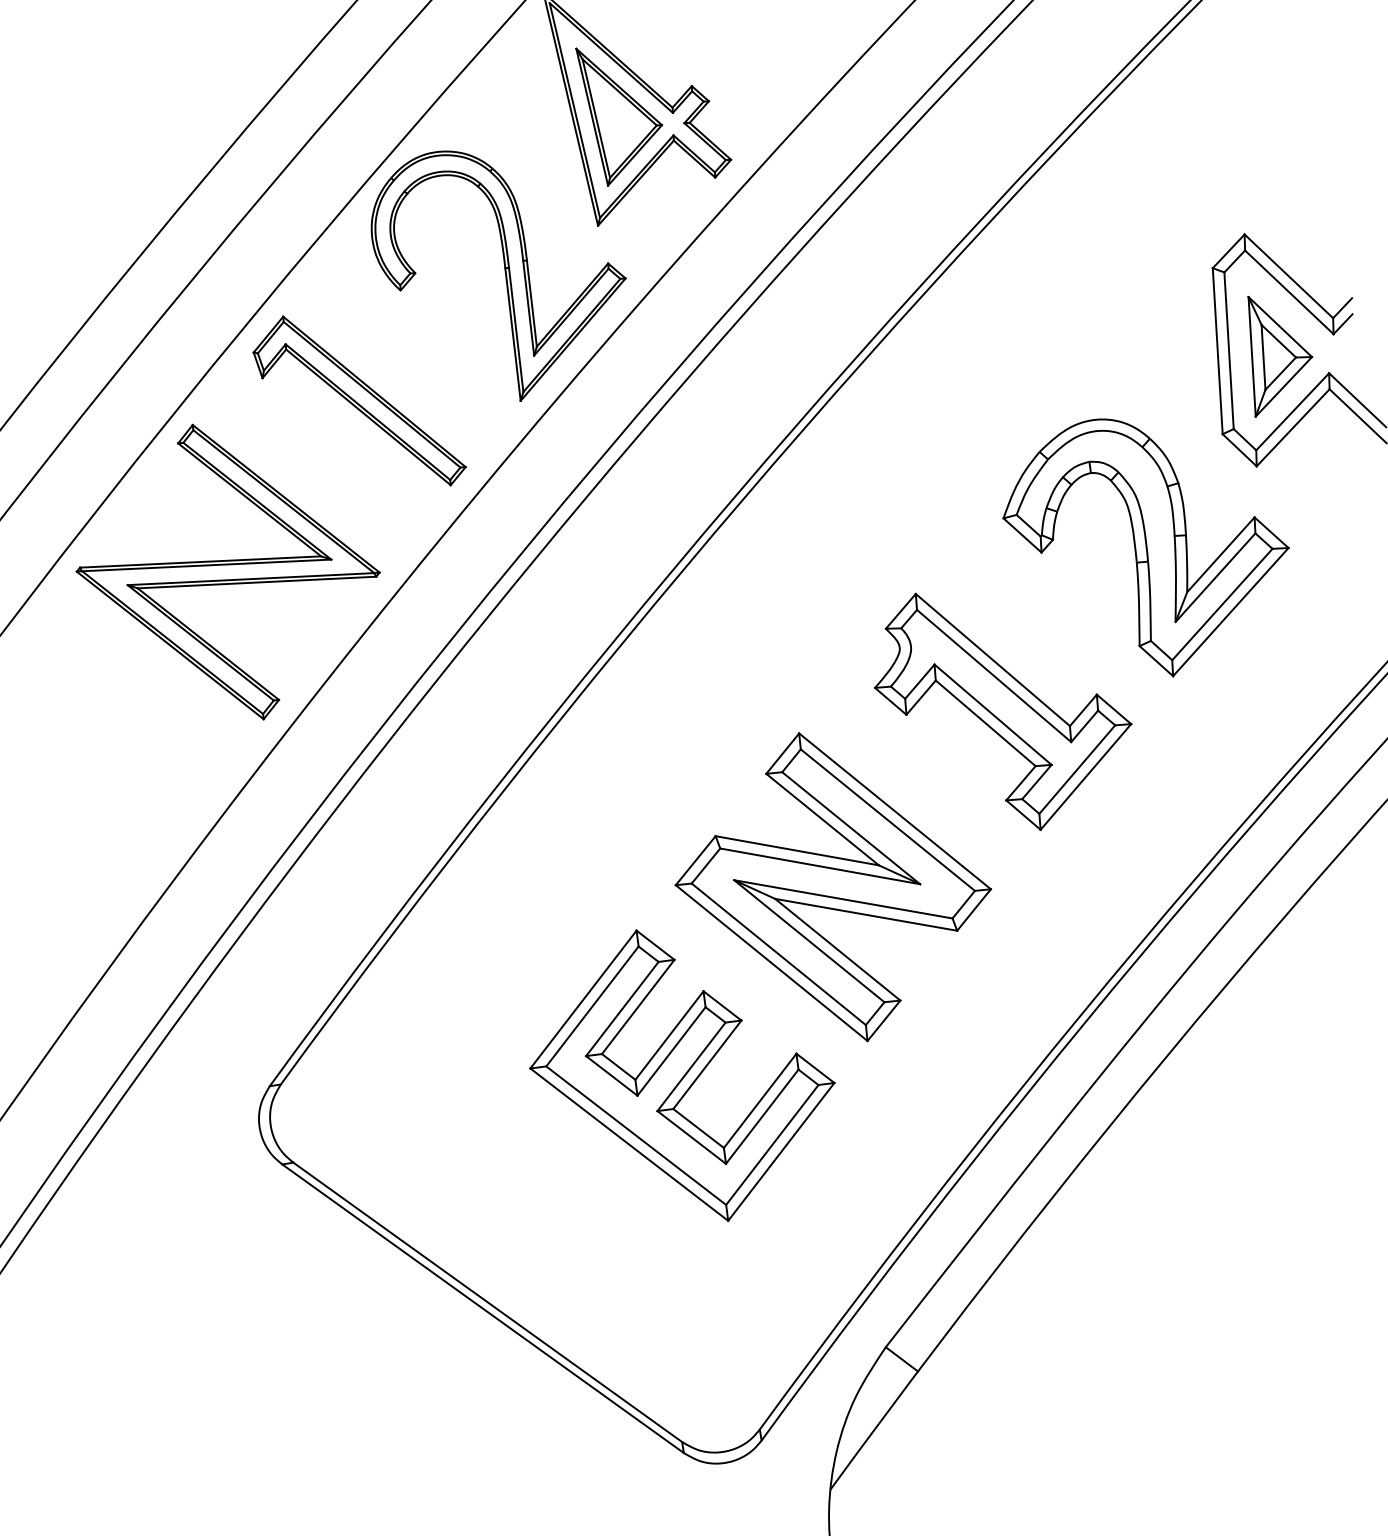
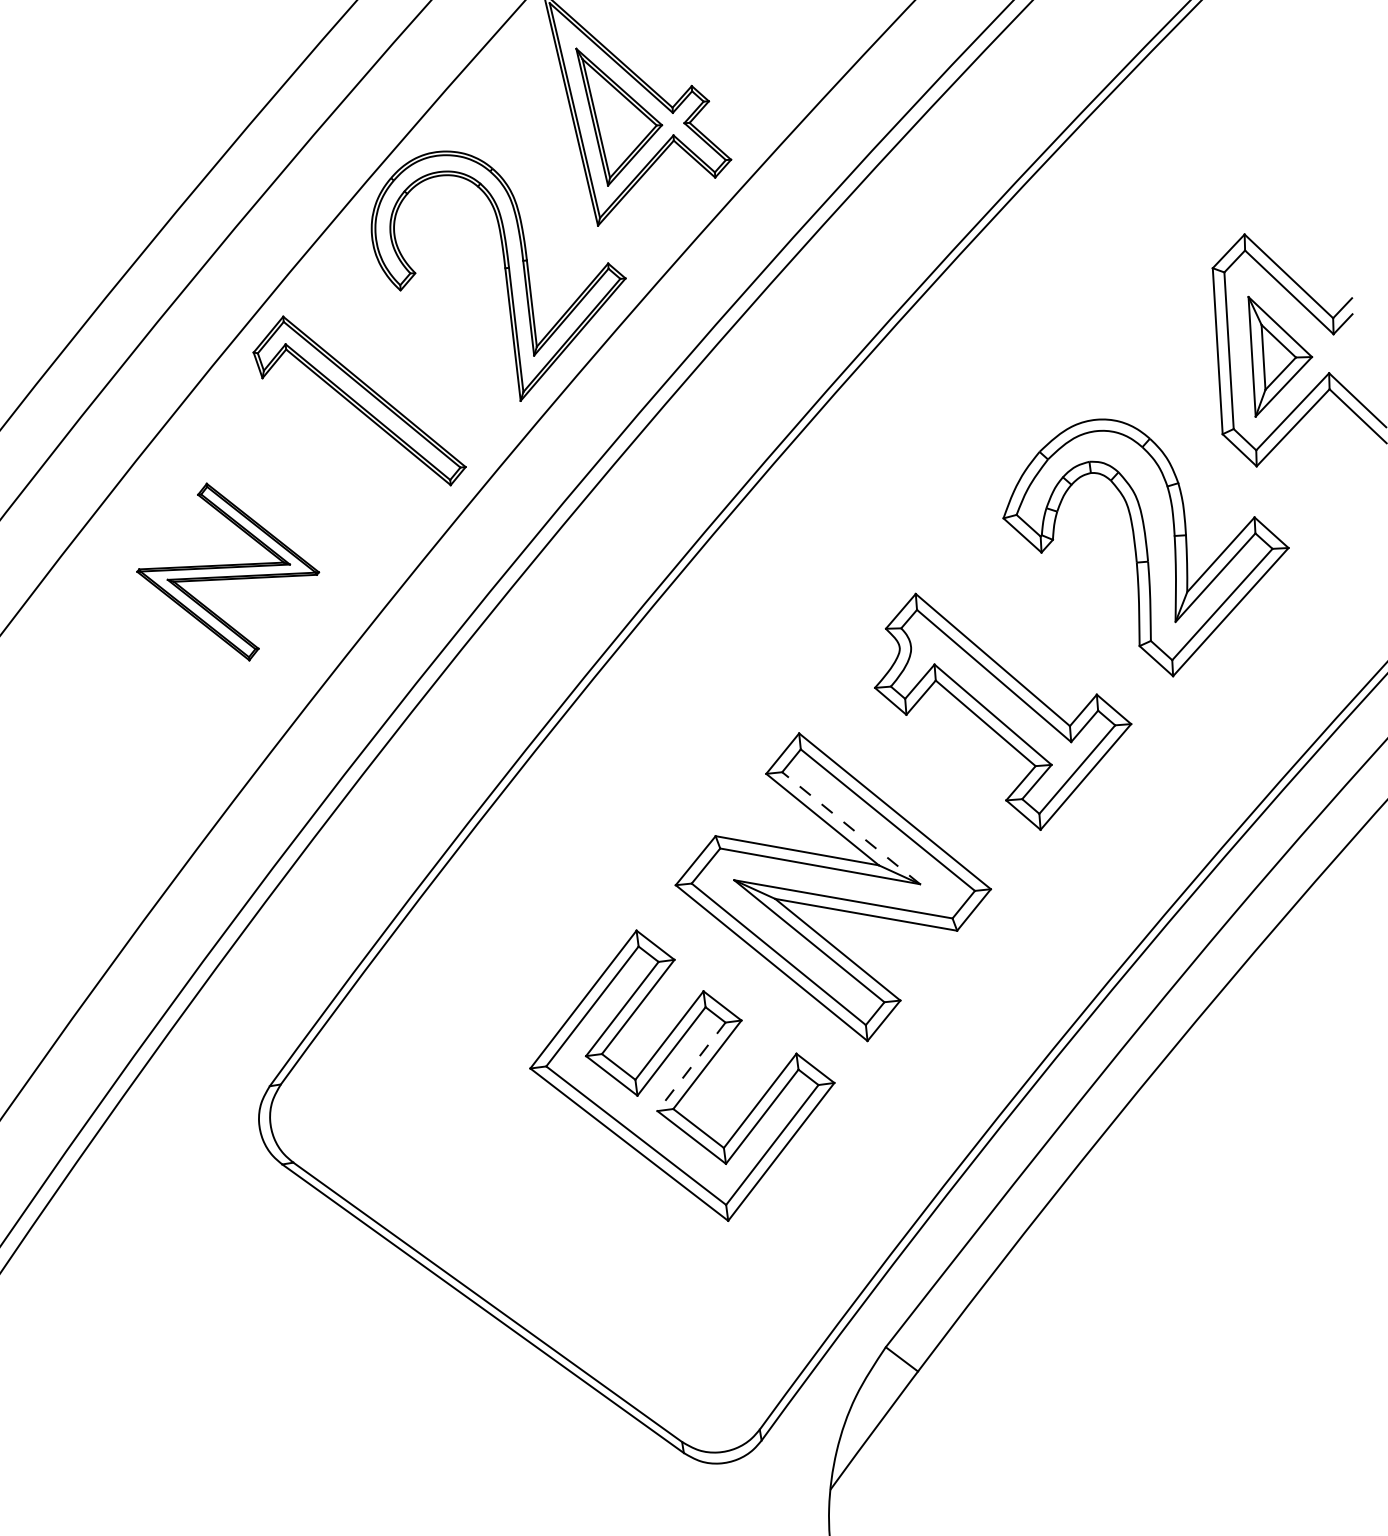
part at (227, 571) size: 306x298 px -> 185x180 px
line at (851, 828): solid -> dashed
line at (691, 1066): solid -> dashed
